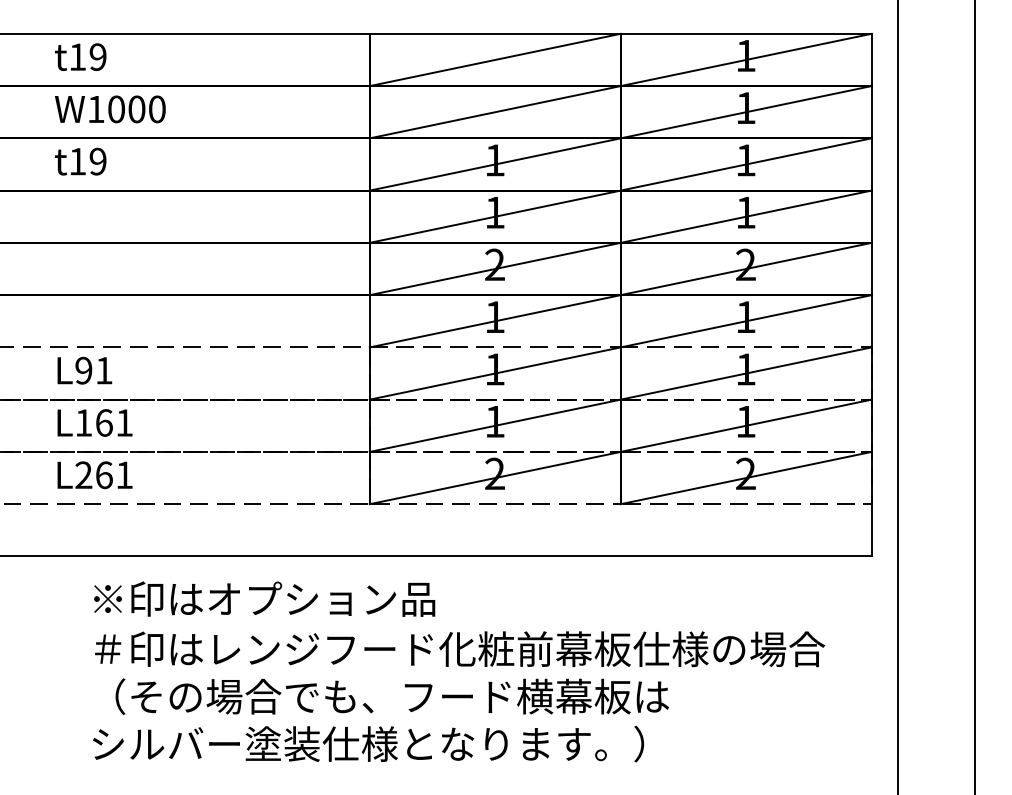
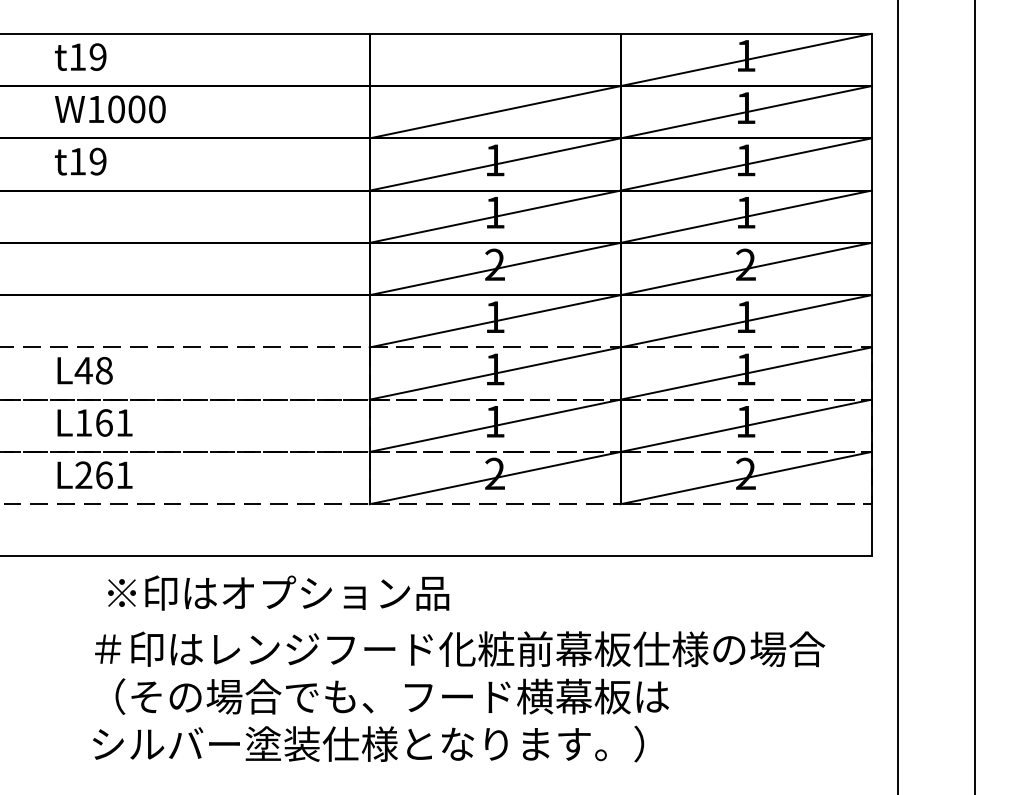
line at (494, 59): present -> none
text at (93, 370): L91 -> L48
text at (264, 598) position: (264, 598) -> (278, 592)
